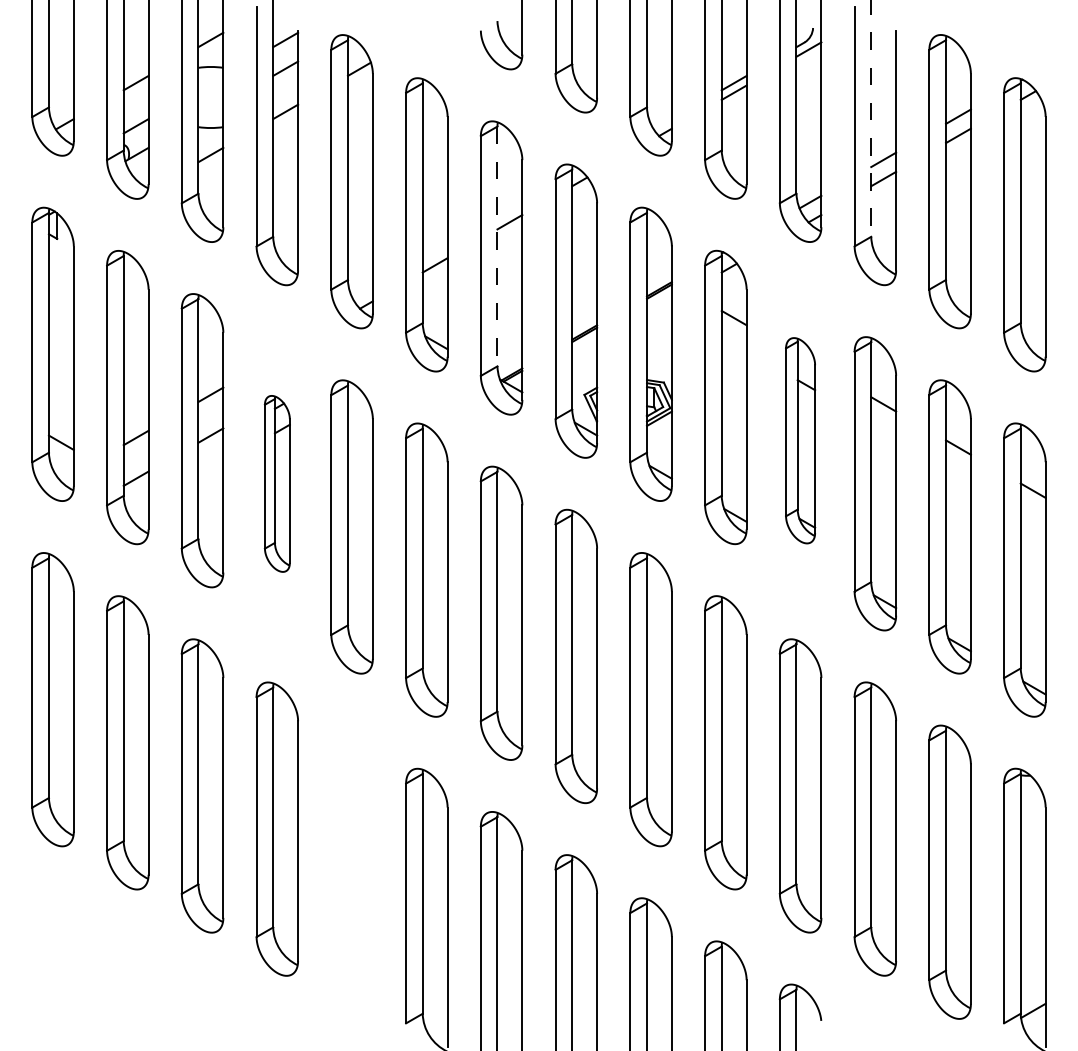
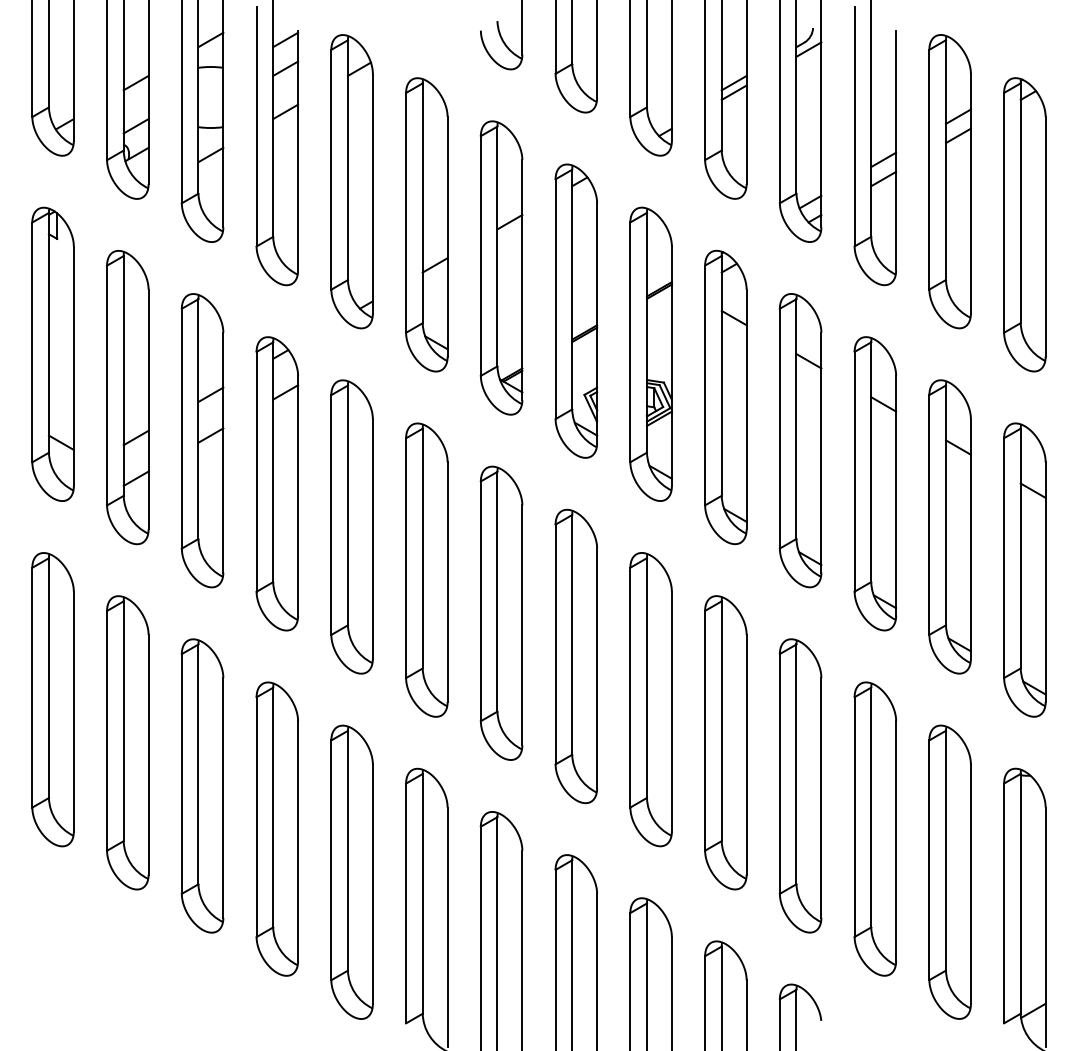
line at (871, 118): dashed -> solid
line at (497, 246): dashed -> solid
part at (800, 440) size: 32x208 px -> 45x296 px
part at (276, 483) size: 28x178 px -> 45x296 px
part at (351, 871): none -> present
